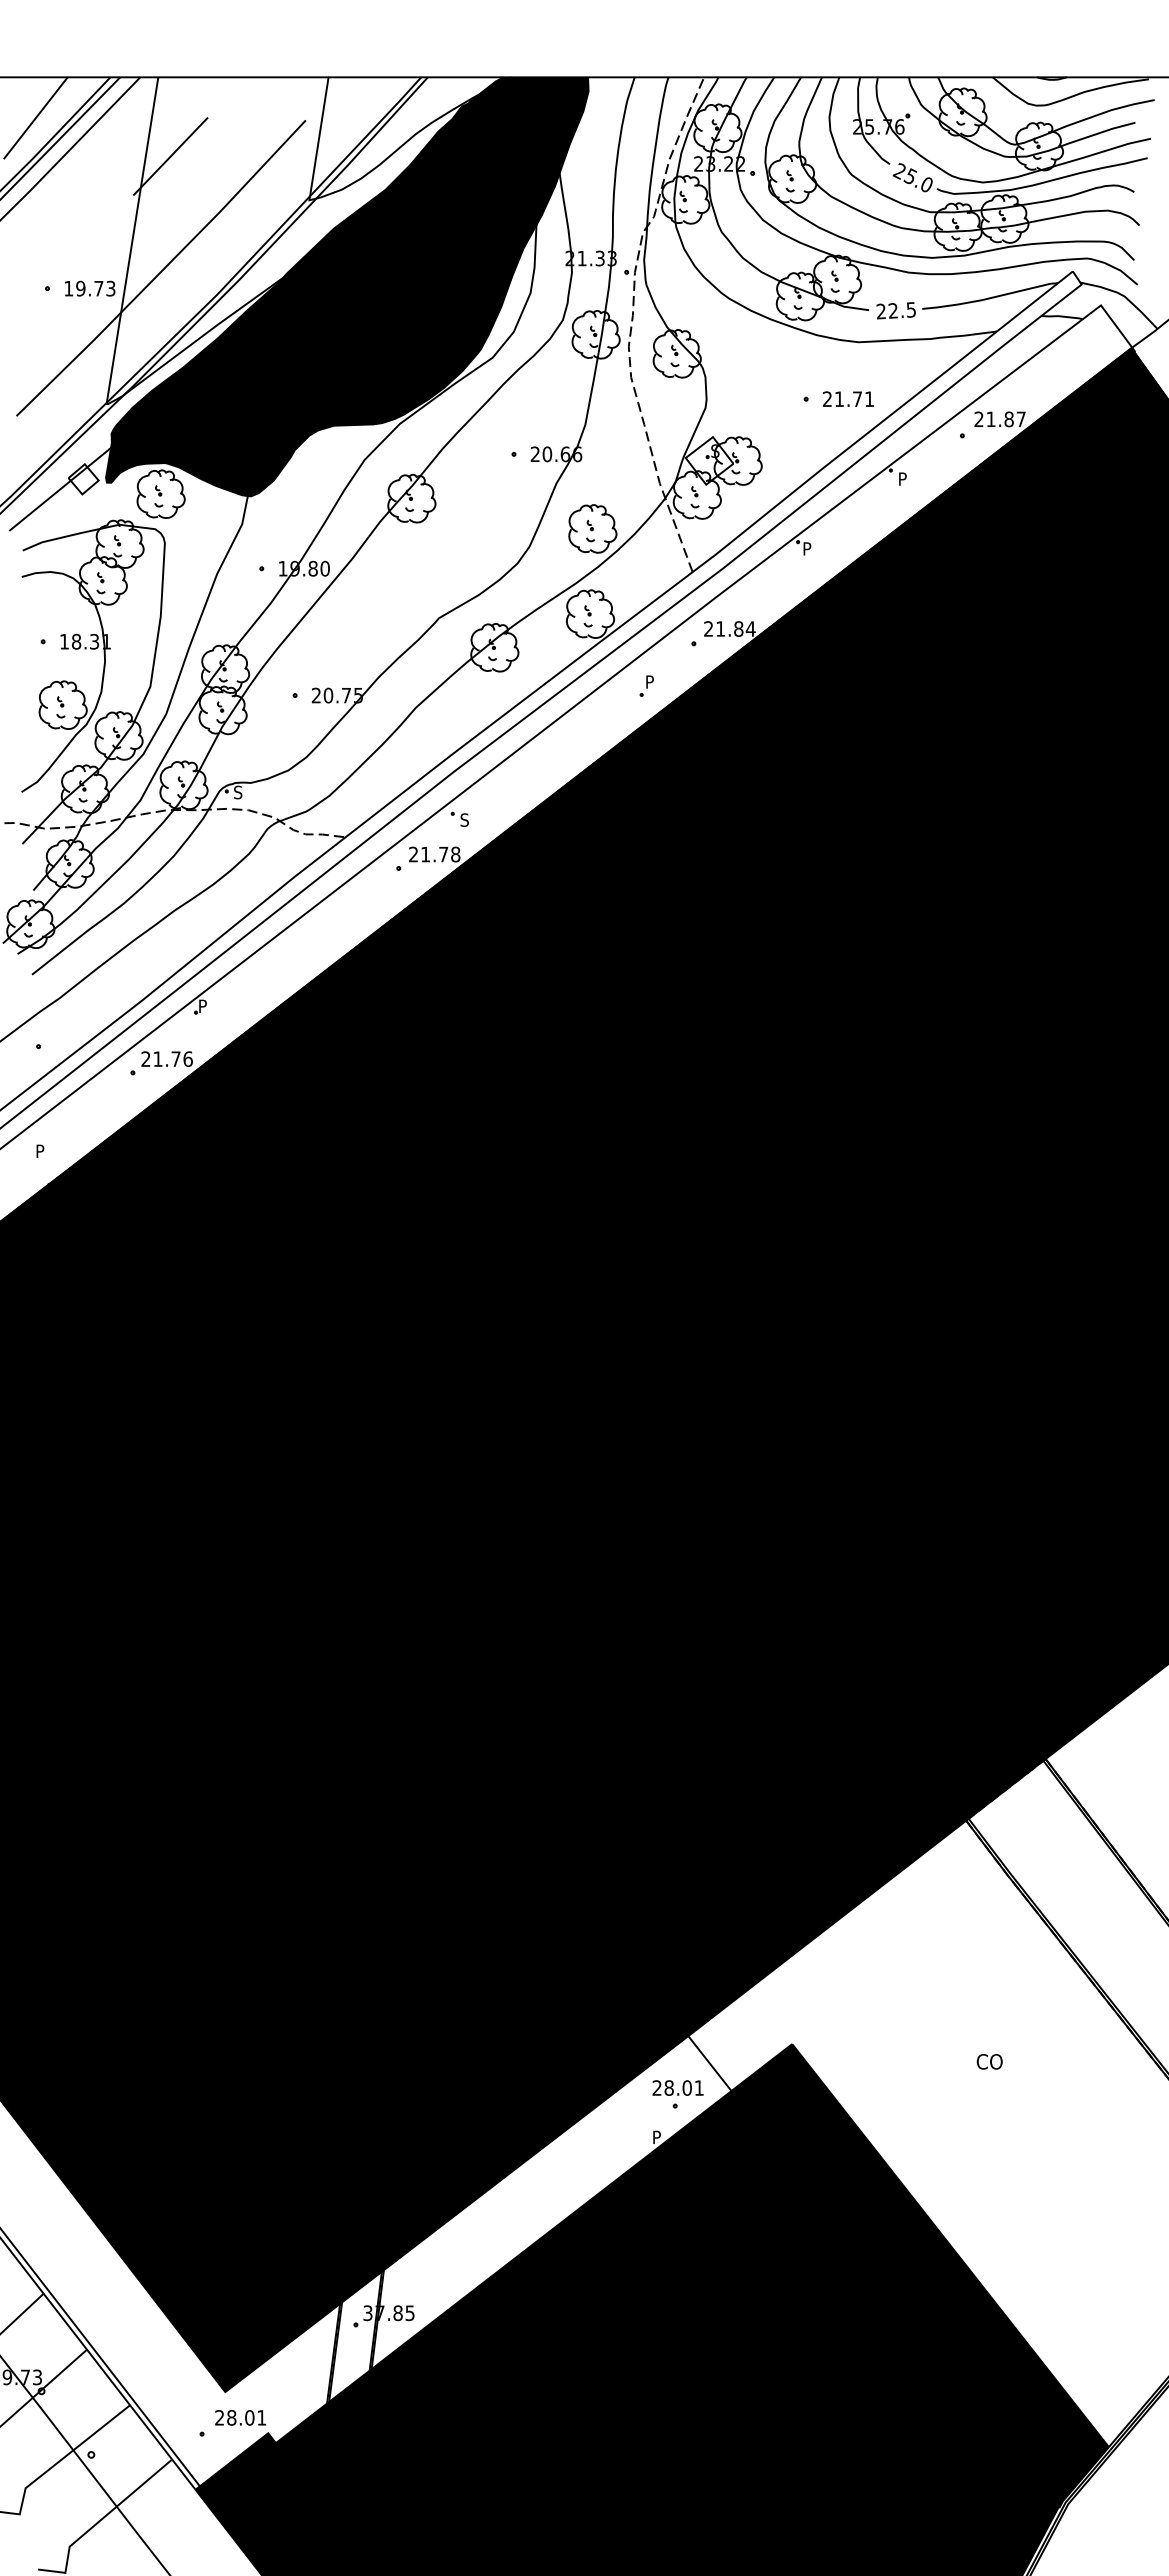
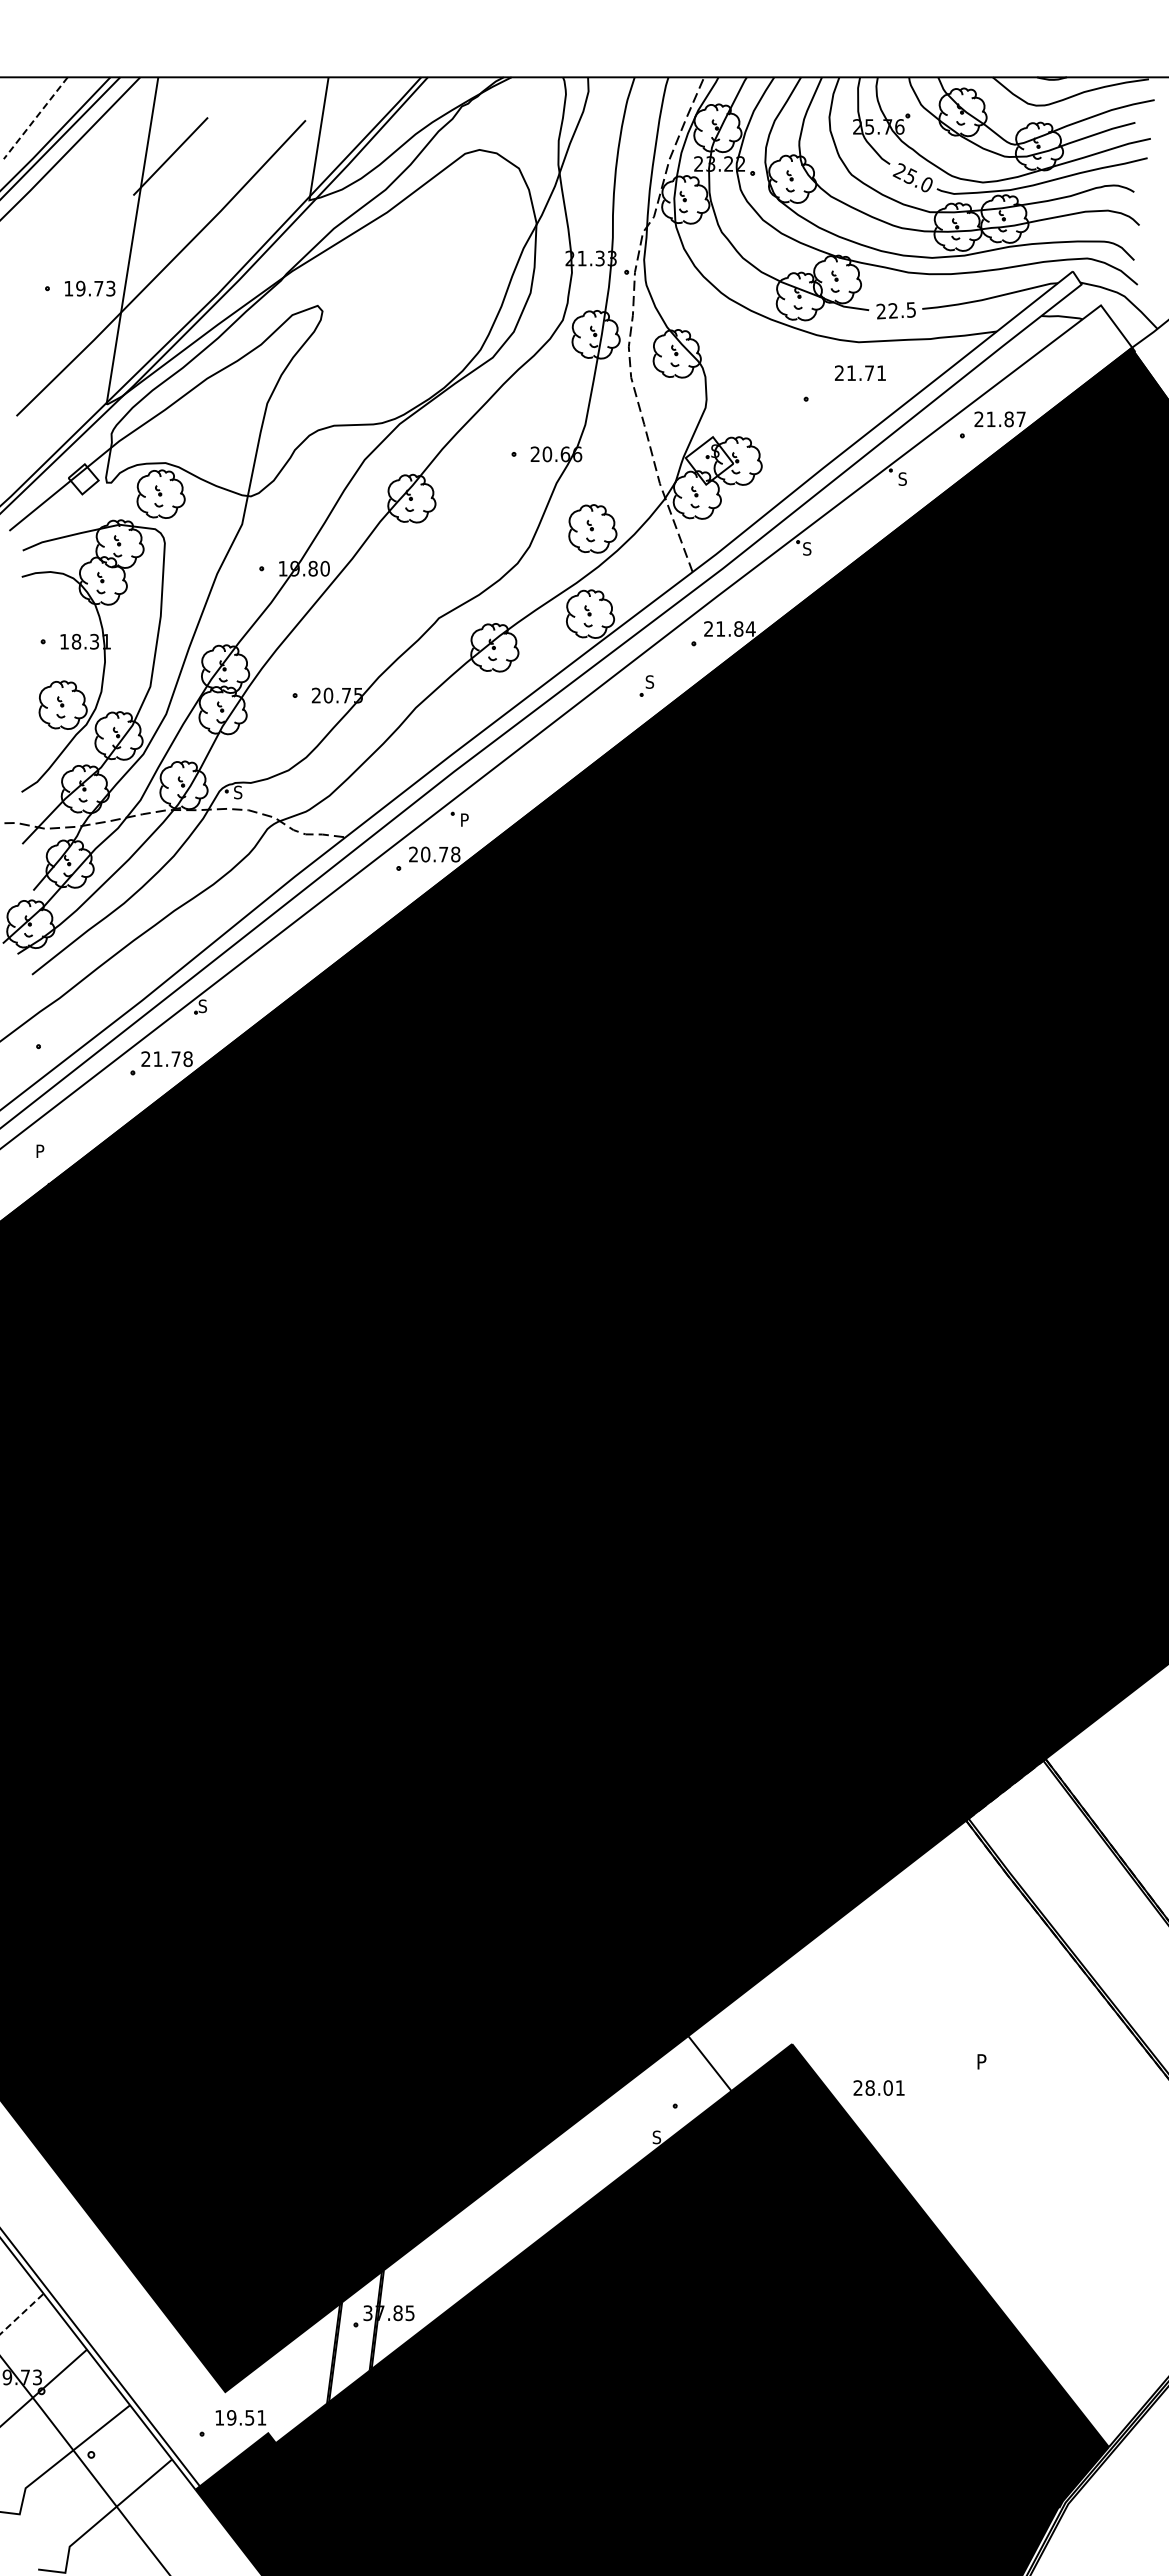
line at (35, 118): solid -> dashed
fill at (347, 286): present -> none
text at (848, 398) position: (848, 398) -> (860, 372)
text at (902, 478): P -> S
text at (807, 548): P -> S
text at (649, 681): P -> S
text at (464, 819): S -> P
text at (425, 854): 21.78 -> 20.78
text at (202, 1006): P -> S
text at (187, 1058): 21.76 -> 21.78
text at (989, 2061): CO -> P
text at (677, 2087) position: (677, 2087) -> (878, 2087)
text at (656, 2137): P -> S
line at (22, 2313): solid -> dashed
text at (234, 2417): 28.01 -> 19.51
